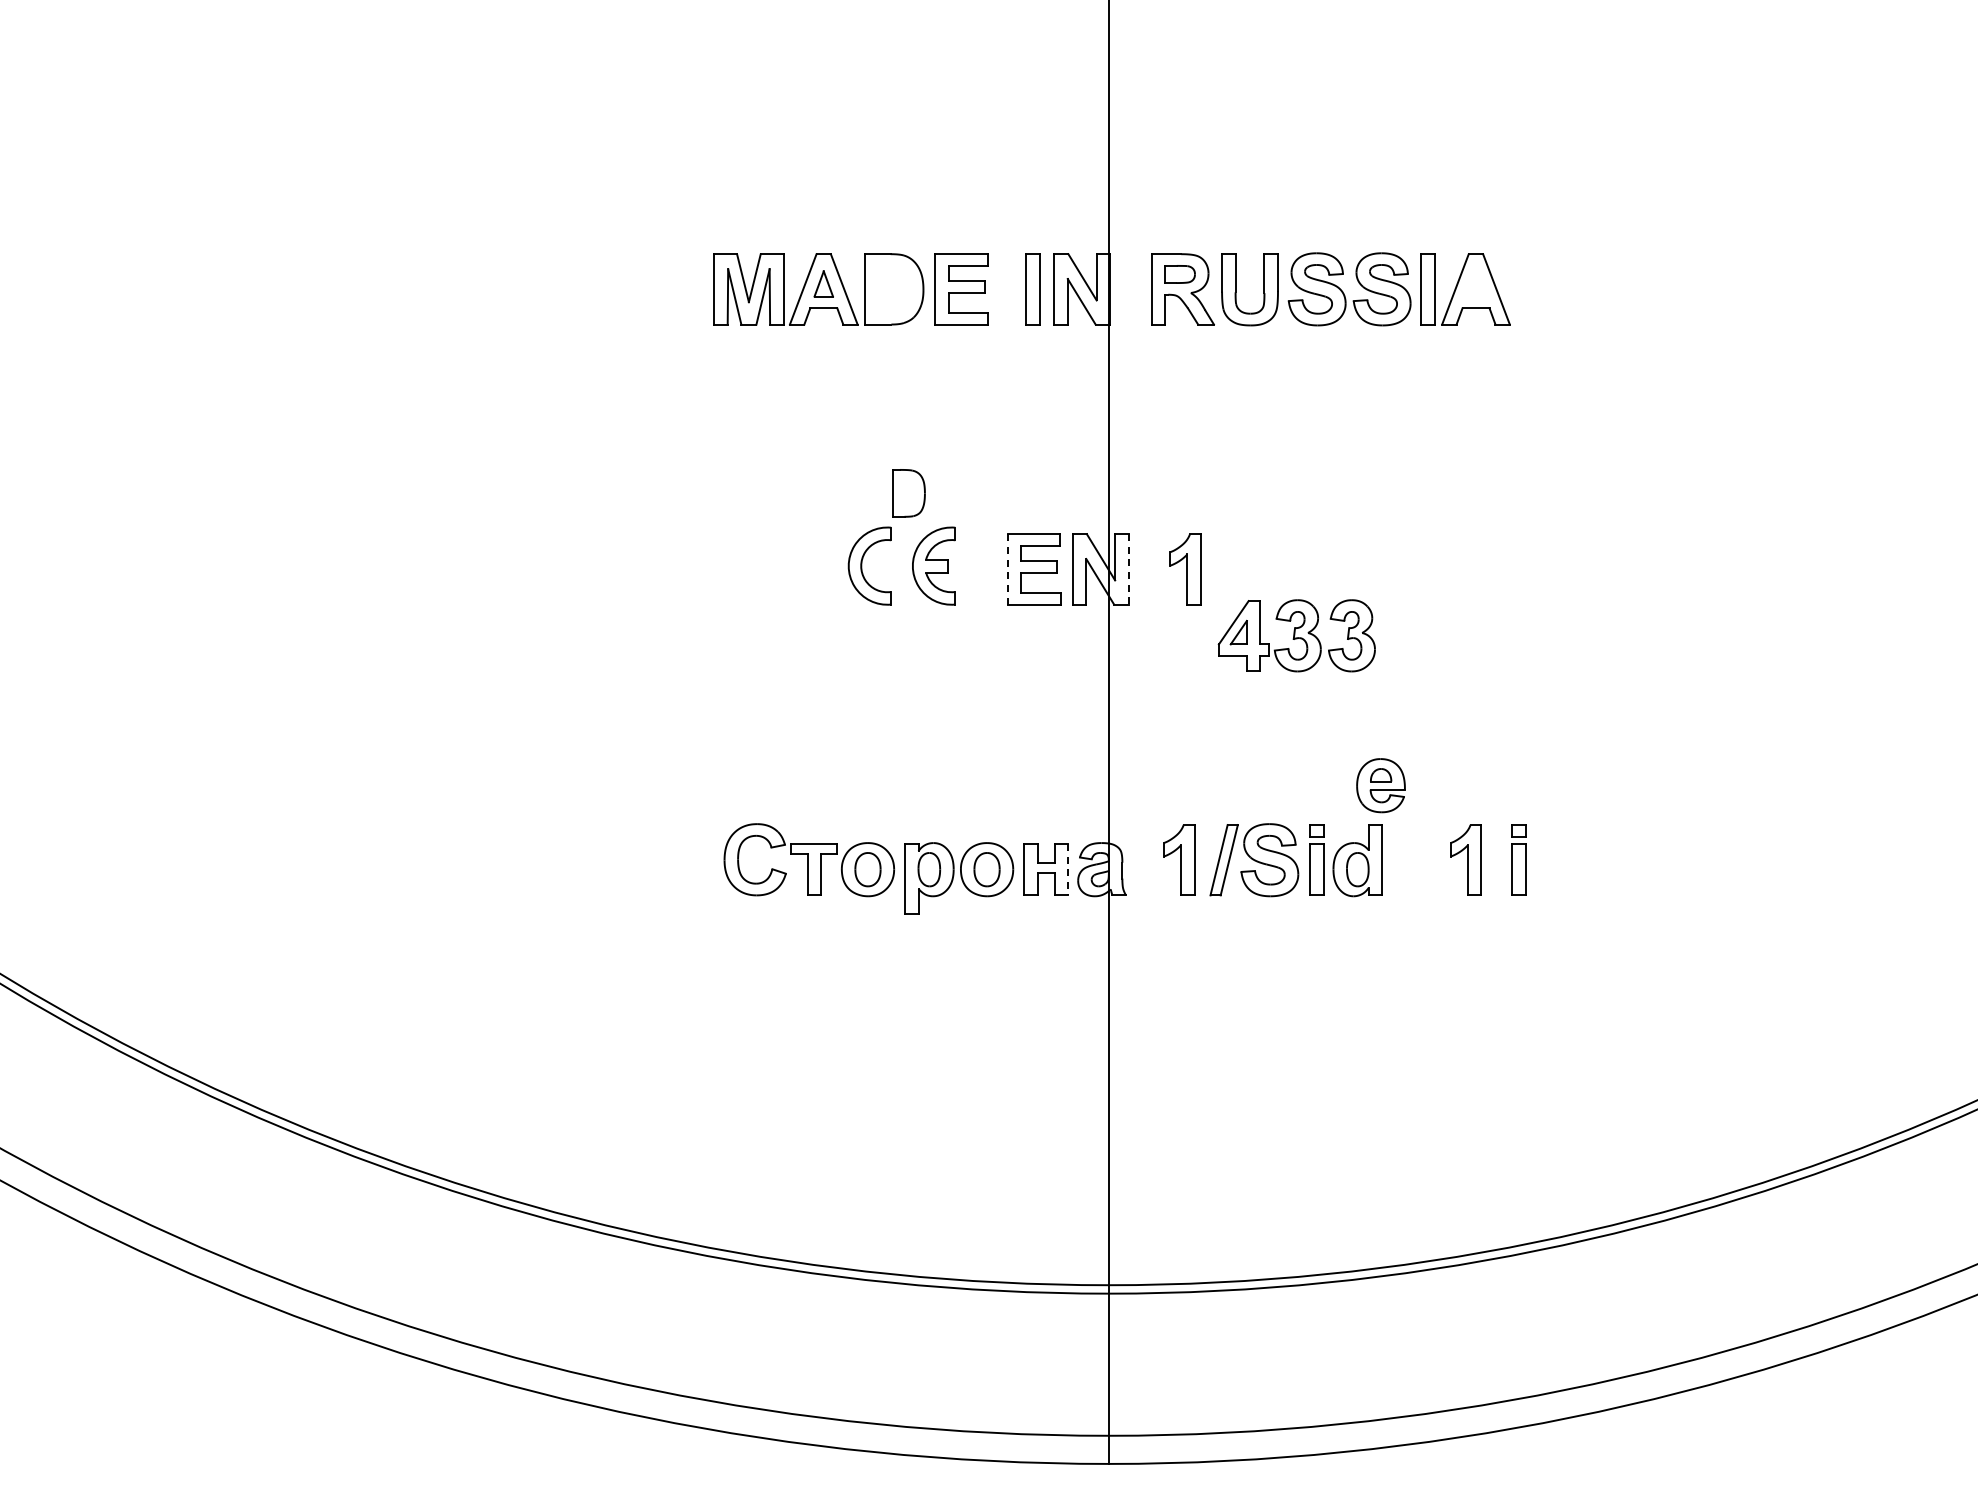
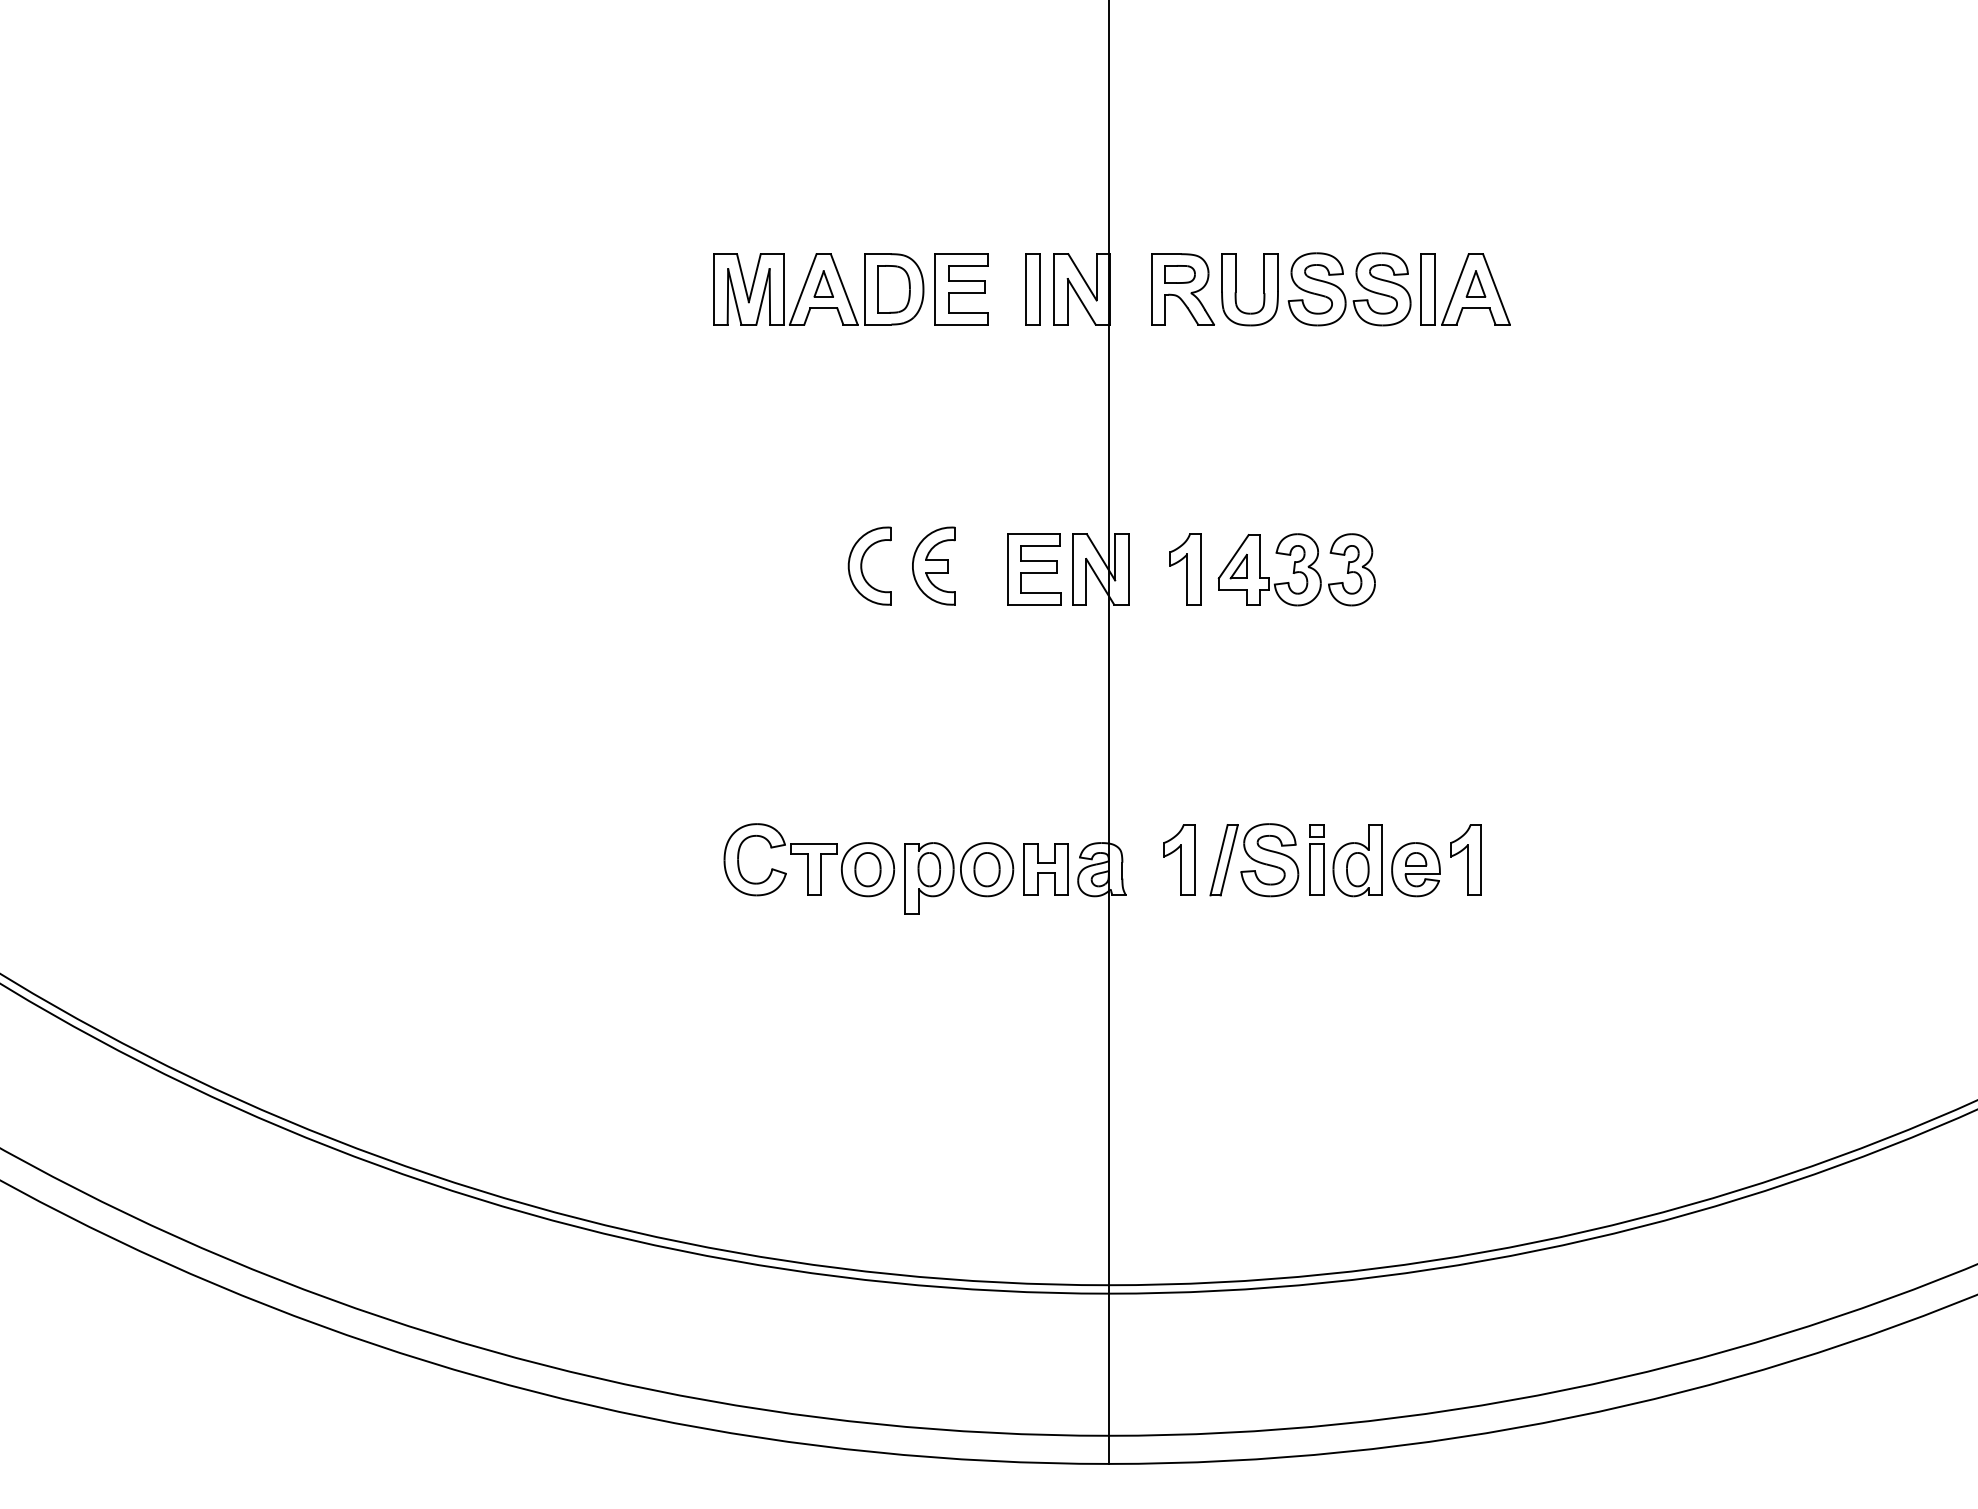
part at (1475, 283): none -> present
part at (908, 493) position: (908, 493) -> (893, 289)
line at (1007, 568): dashed -> solid
line at (1128, 569): dashed -> solid
part at (1296, 635) position: (1296, 635) -> (1296, 569)
part at (1380, 785) position: (1380, 785) -> (1415, 869)
part at (1518, 859): present -> none
line at (1068, 869): dashed -> solid
